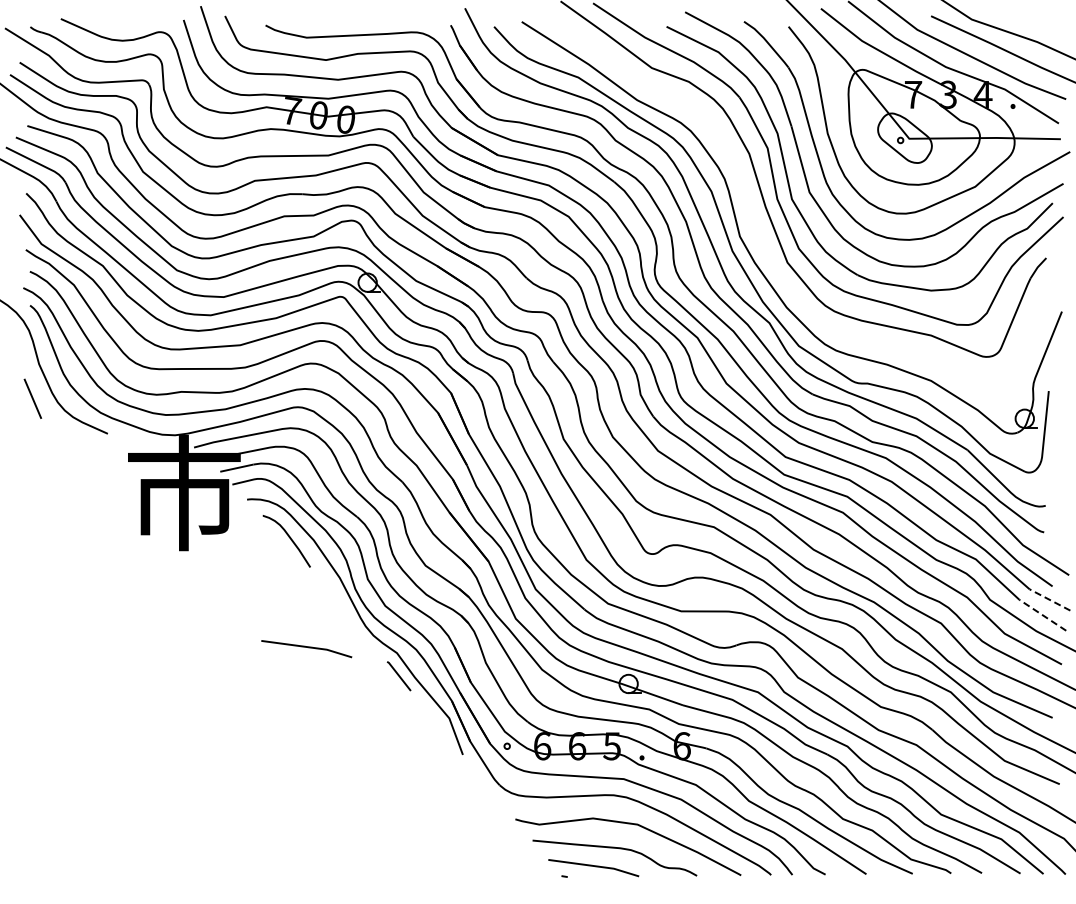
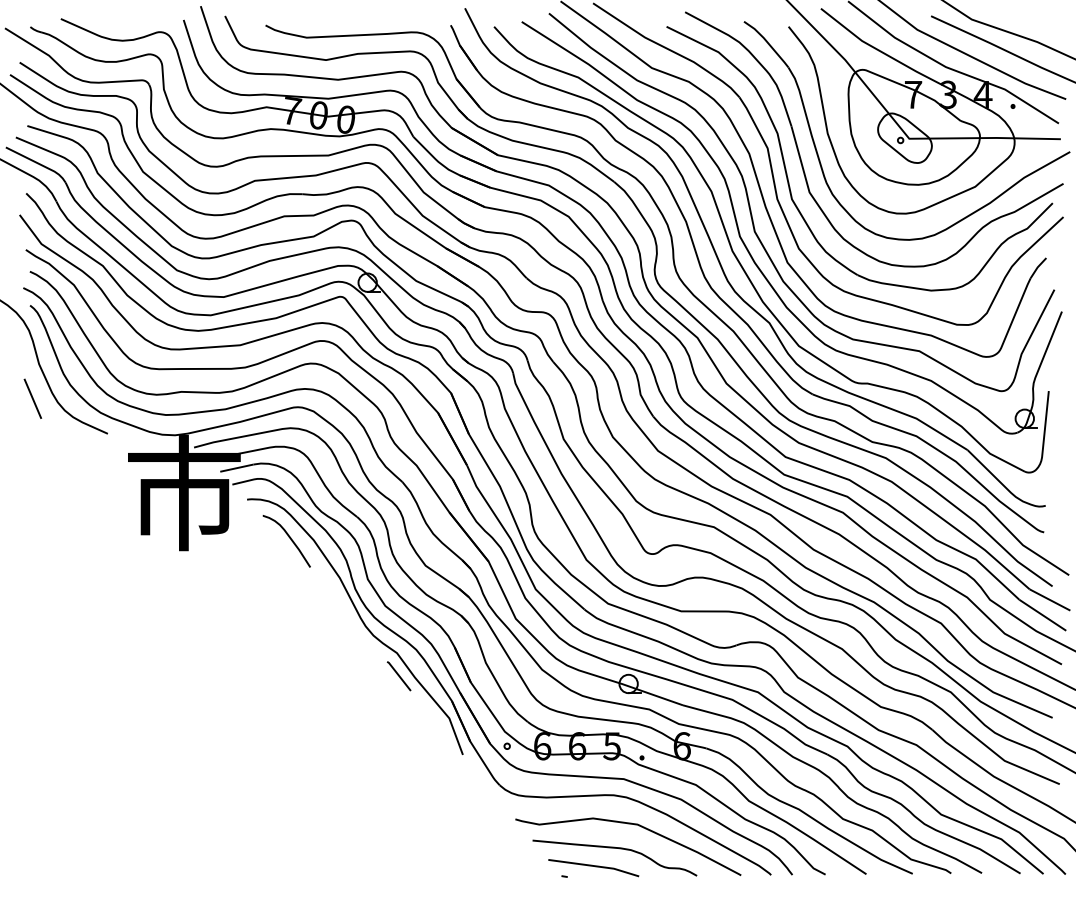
curve at (752, 214): none -> present
line at (1050, 600): dashed -> solid
line at (1042, 615): dashed -> solid
line at (306, 647): present -> none
